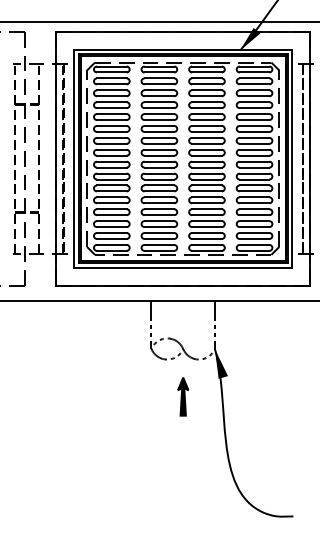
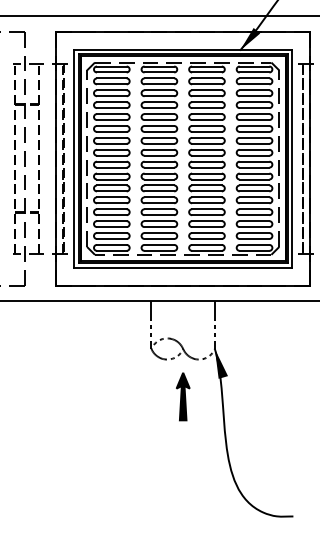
line at (159, 21) position: (159, 21) -> (159, 15)
part at (183, 396) size: 13x40 px -> 15x50 px
